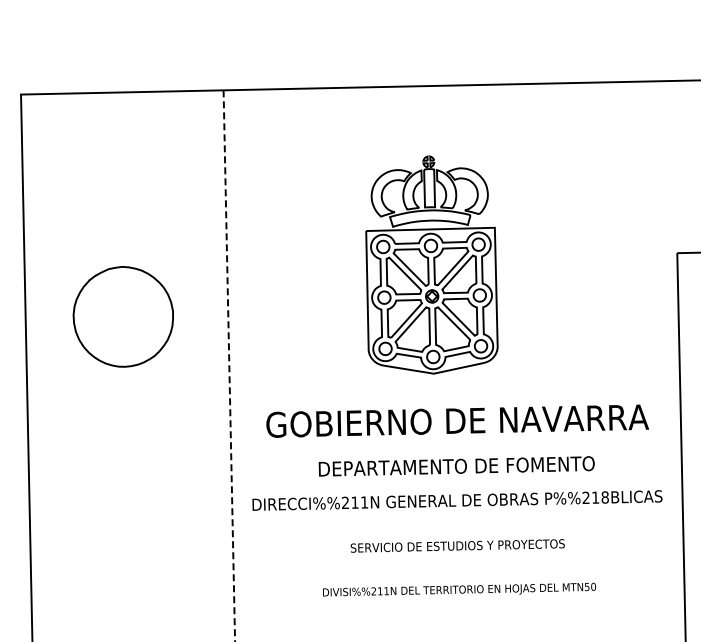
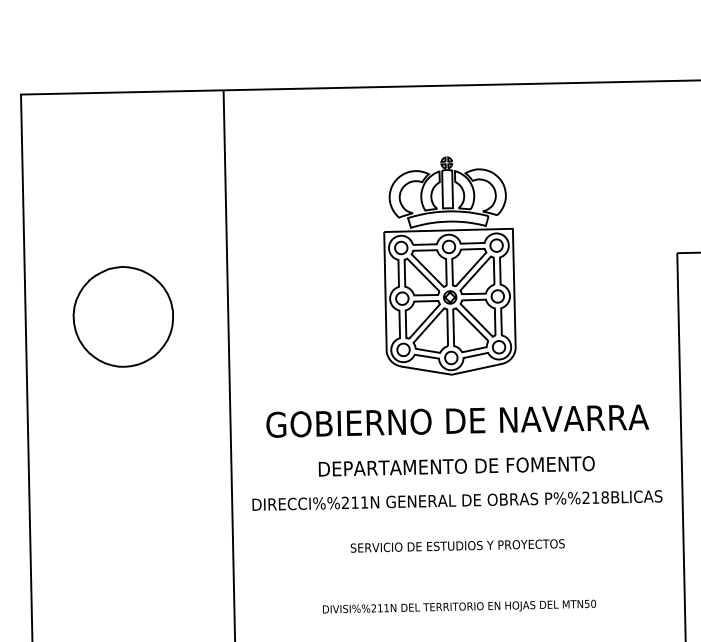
part at (431, 264) position: (431, 264) -> (449, 265)
line at (229, 366): dashed -> solid
text at (459, 589) position: (459, 589) -> (459, 606)
